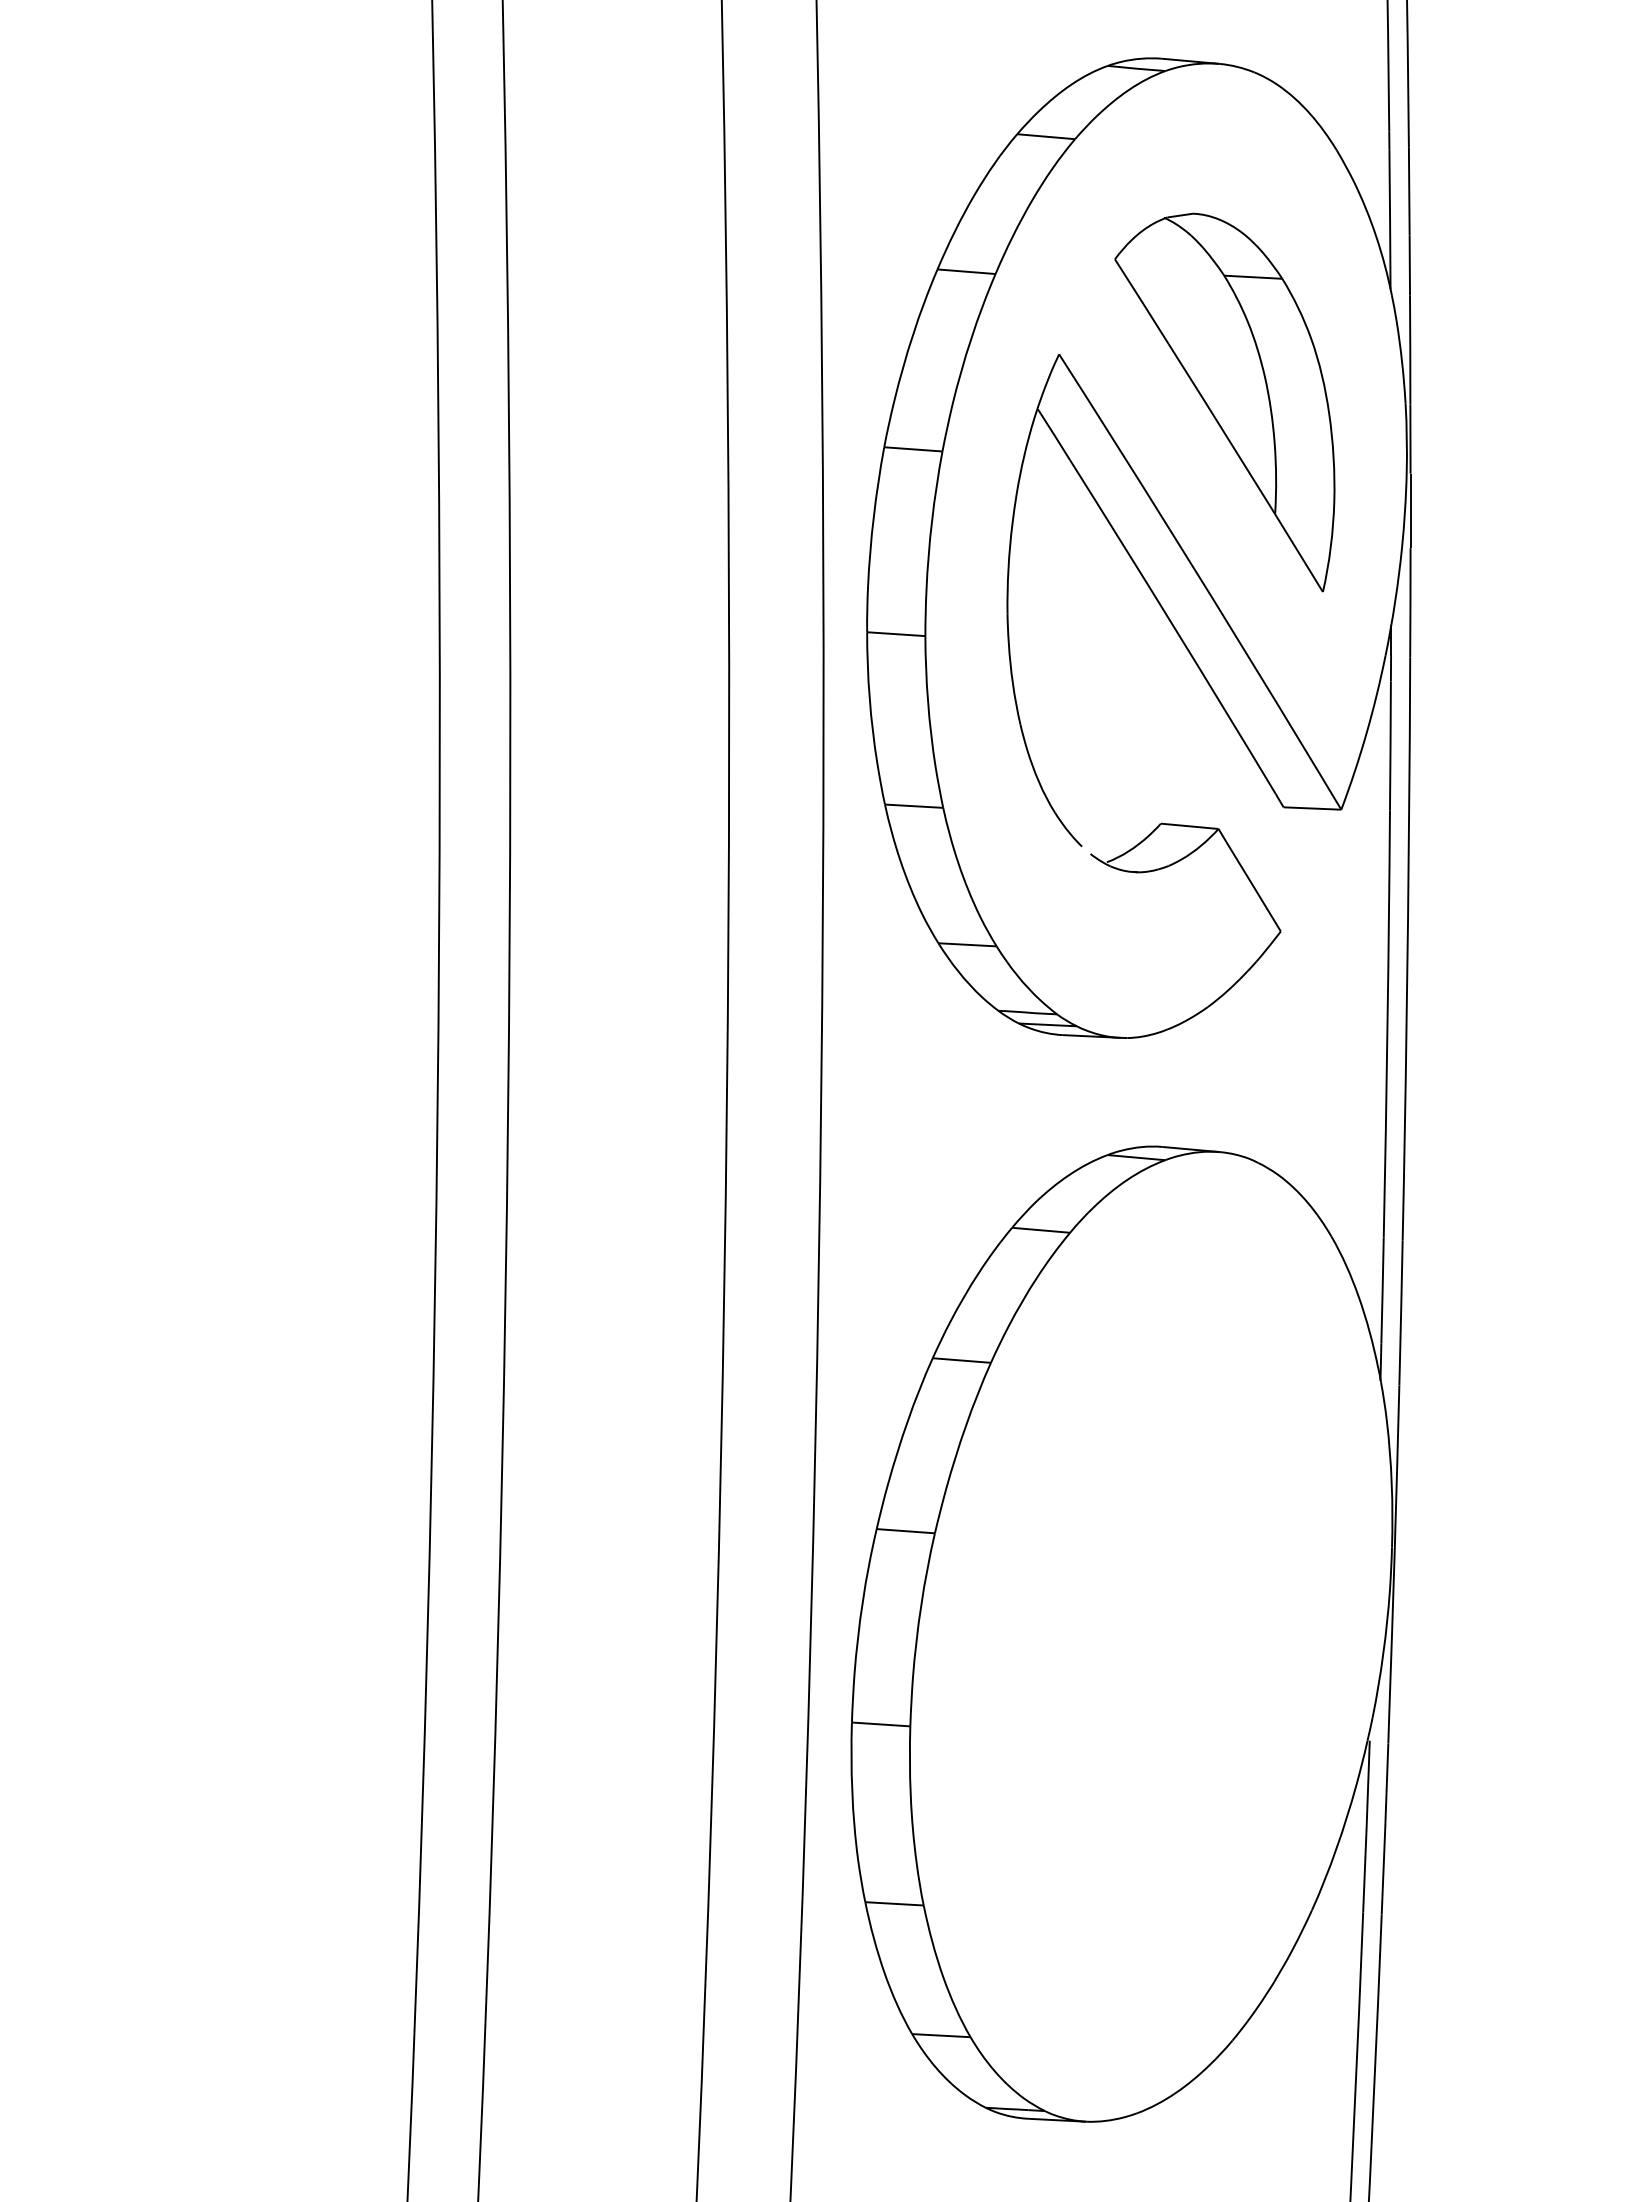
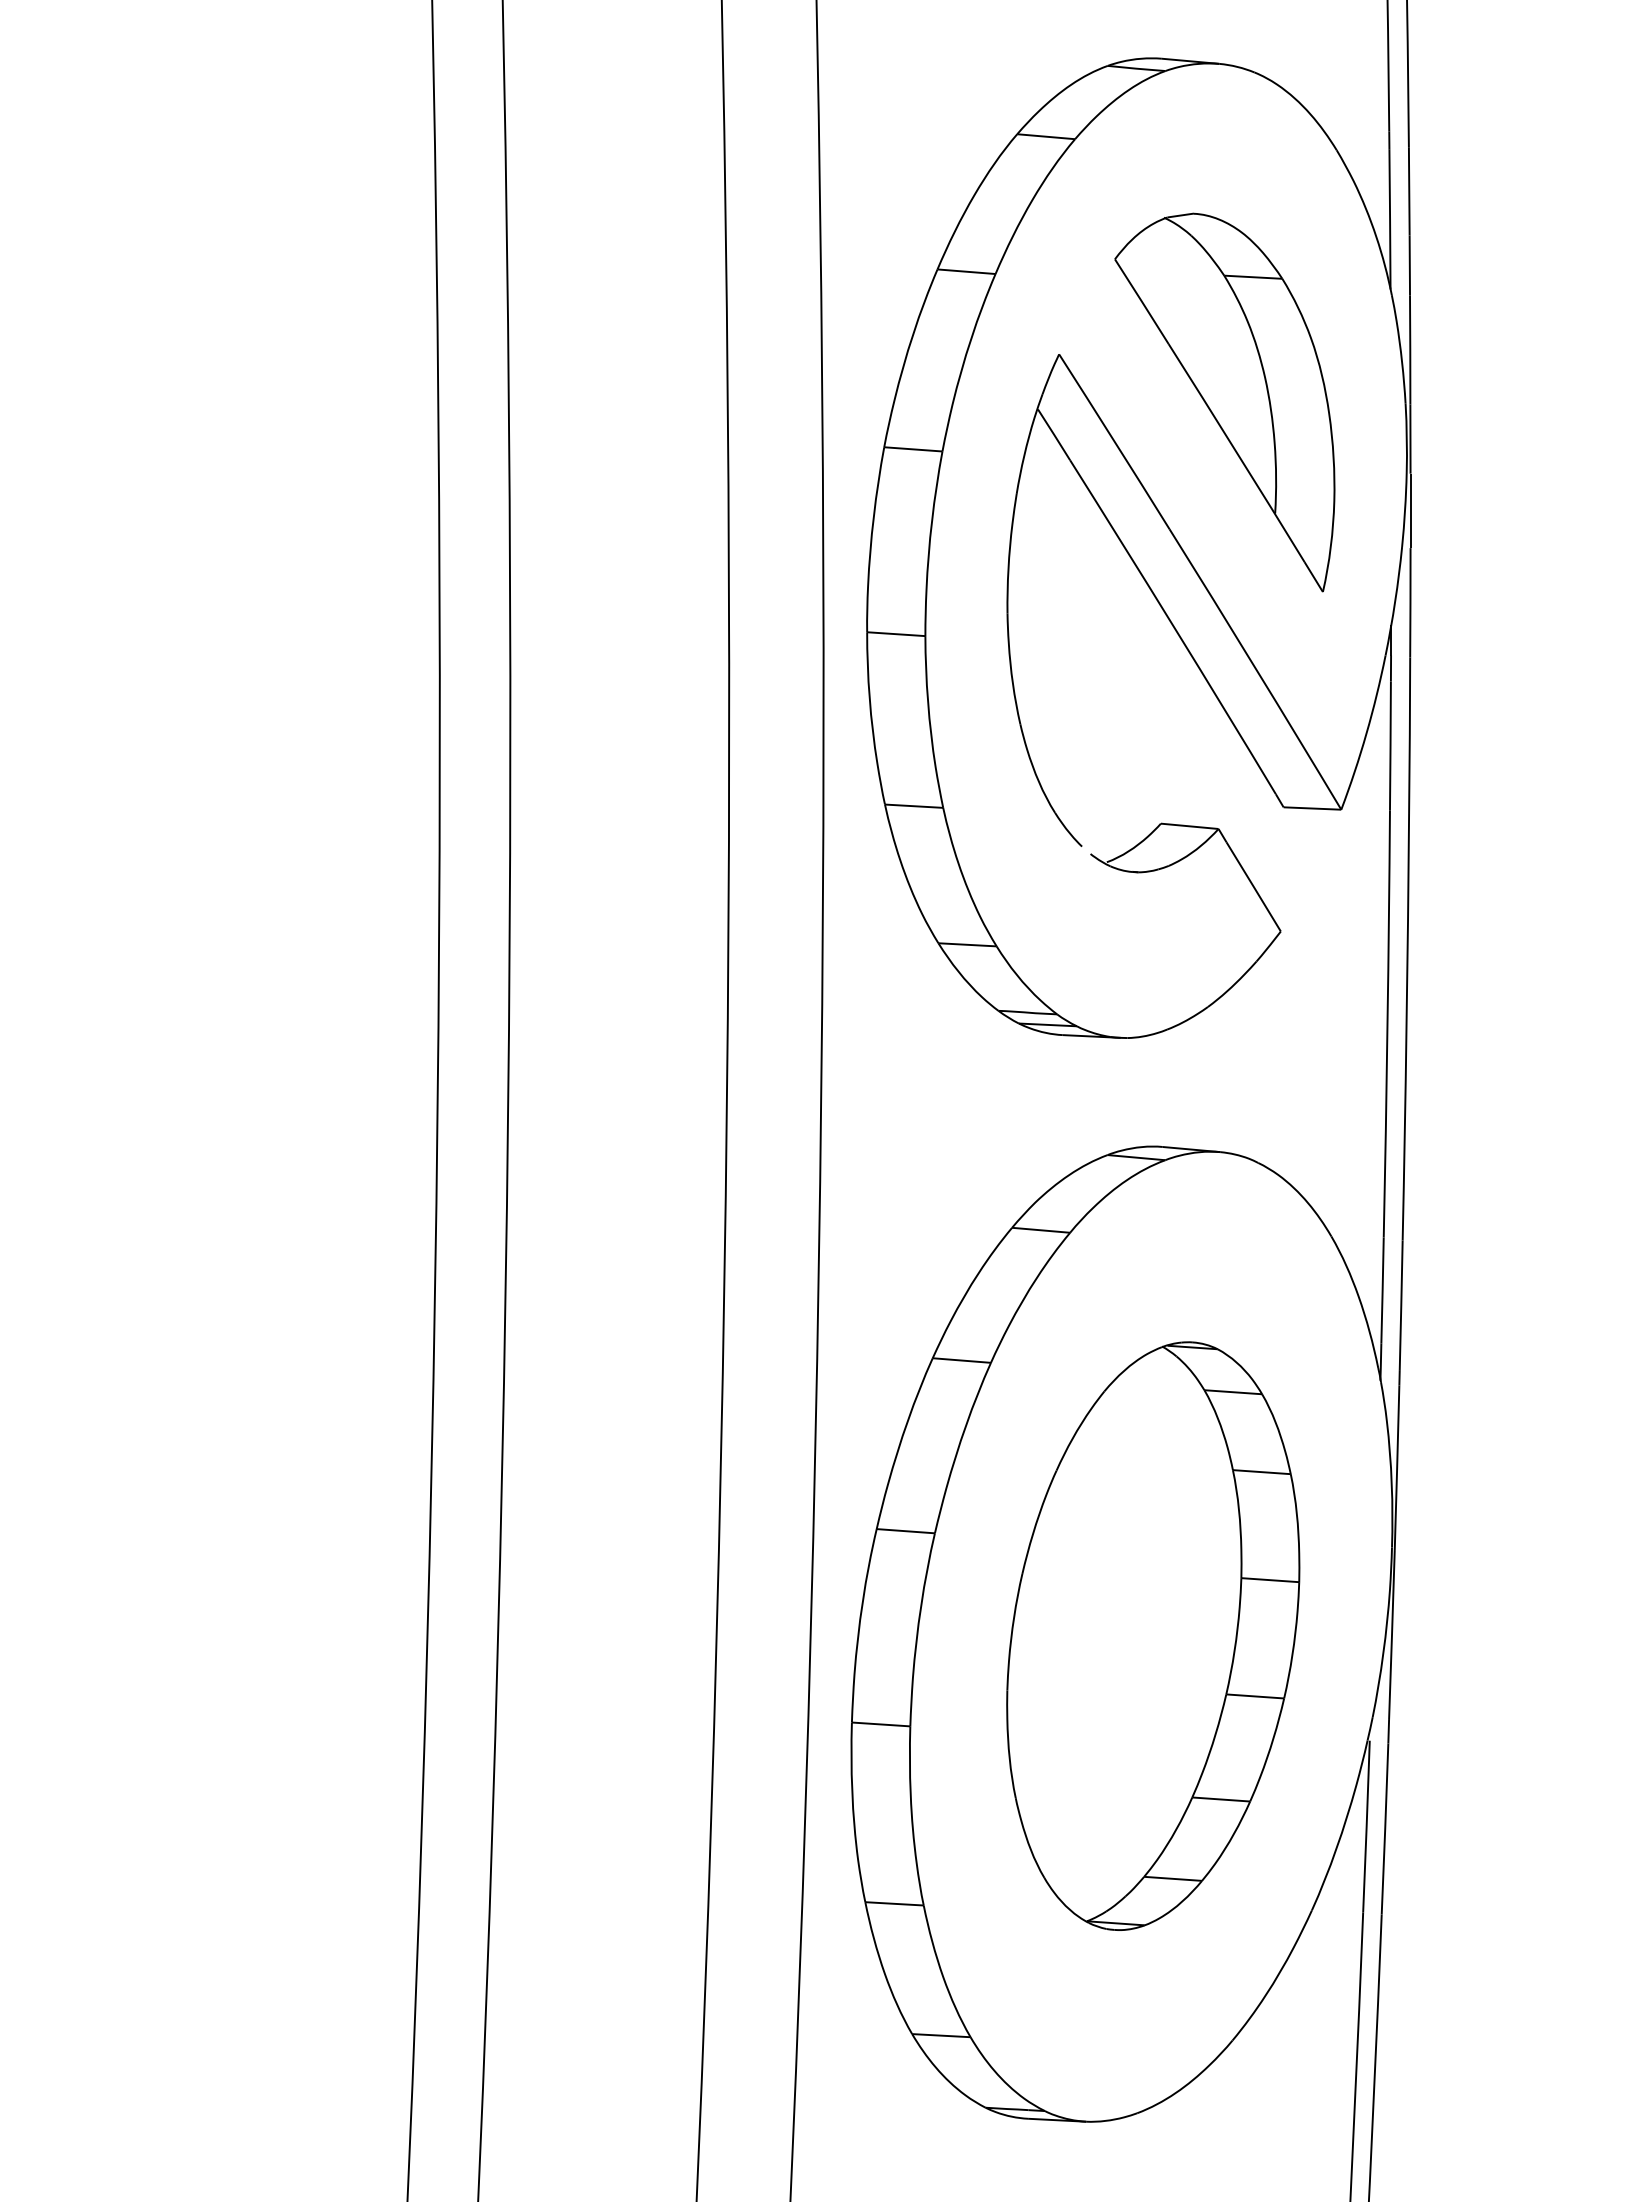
part at (1153, 1635): none -> present
